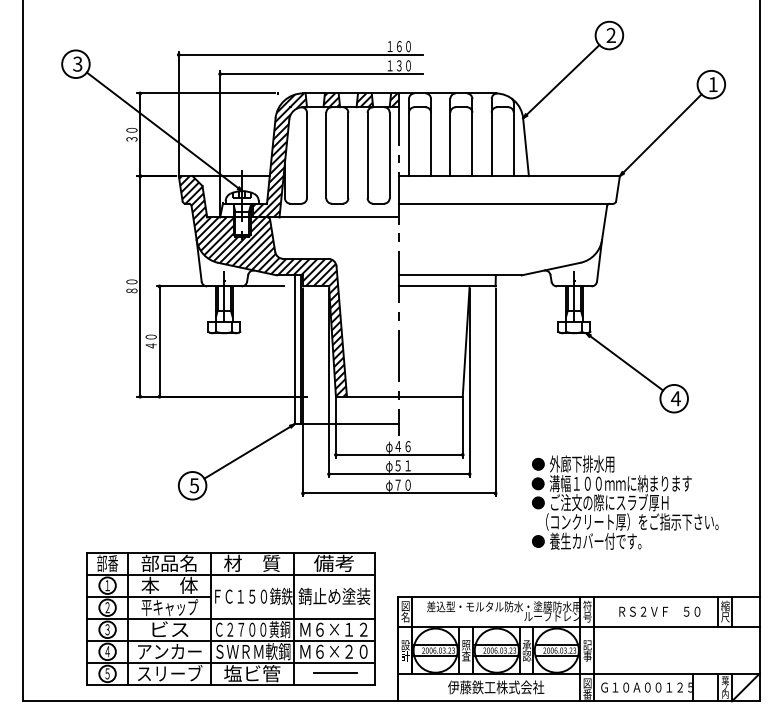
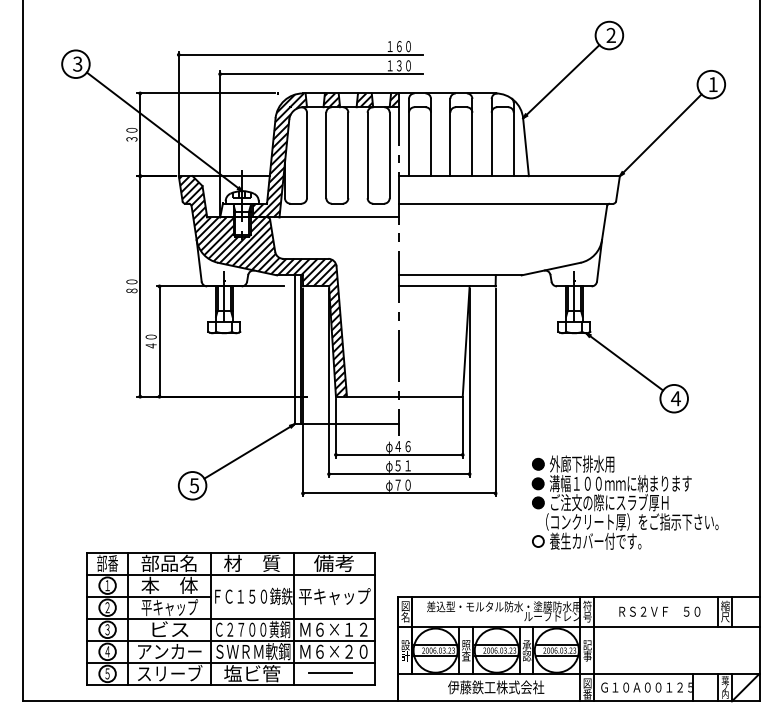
hatch at (537, 541): present -> none
text at (334, 596): 錆止め塗装 -> 平キャップ
line at (335, 672) position: (335, 672) -> (330, 672)
